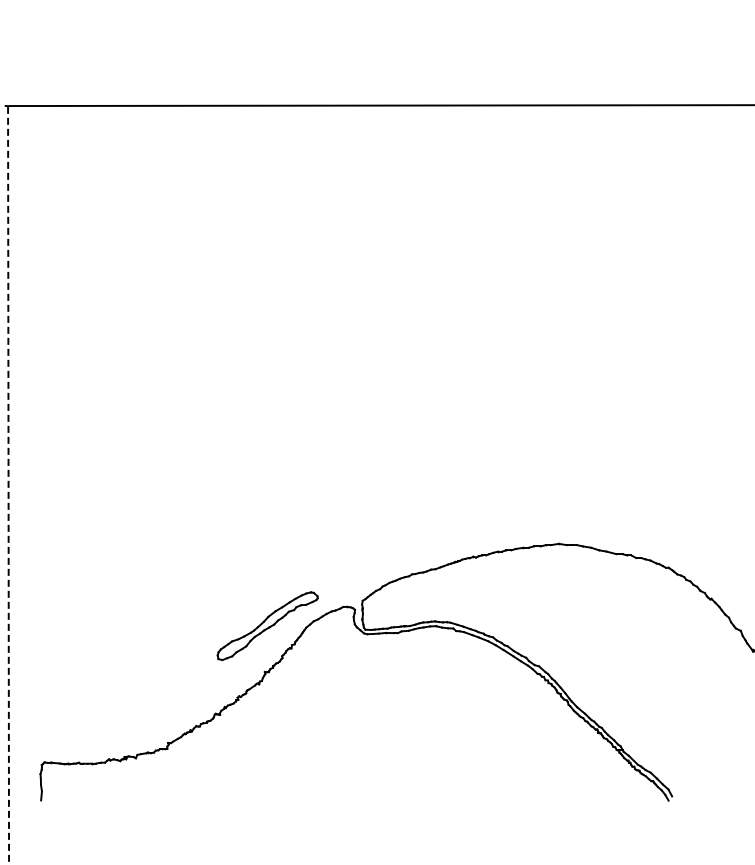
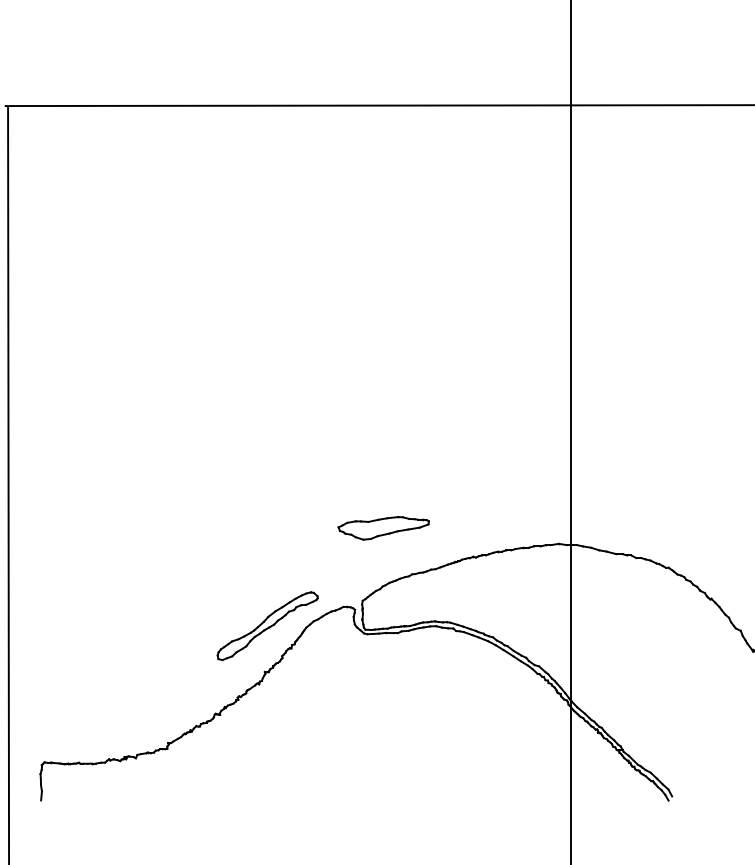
line at (570, 431): none -> present
line at (8, 485): dashed -> solid
part at (383, 528): none -> present
